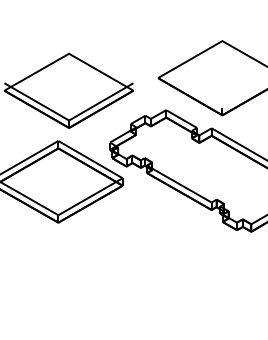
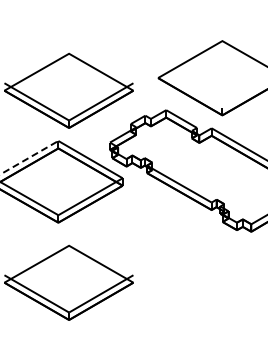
line at (29, 157): solid -> dashed
part at (68, 282): none -> present
